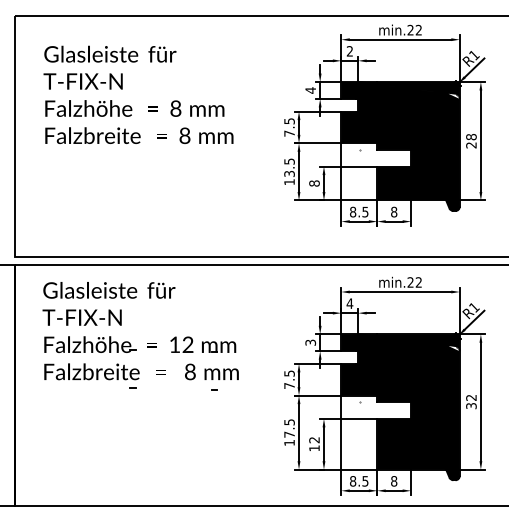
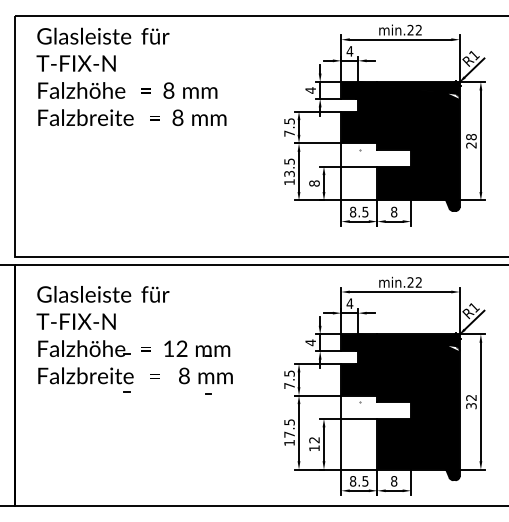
text at (349, 51): 2 -> 4
text at (138, 94) position: (138, 94) -> (131, 76)
text at (310, 342): 3 -> 4
part at (147, 343) position: (147, 343) -> (141, 347)
